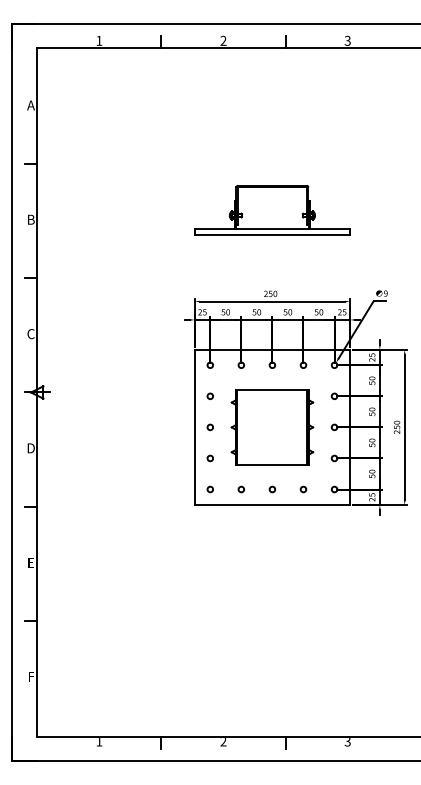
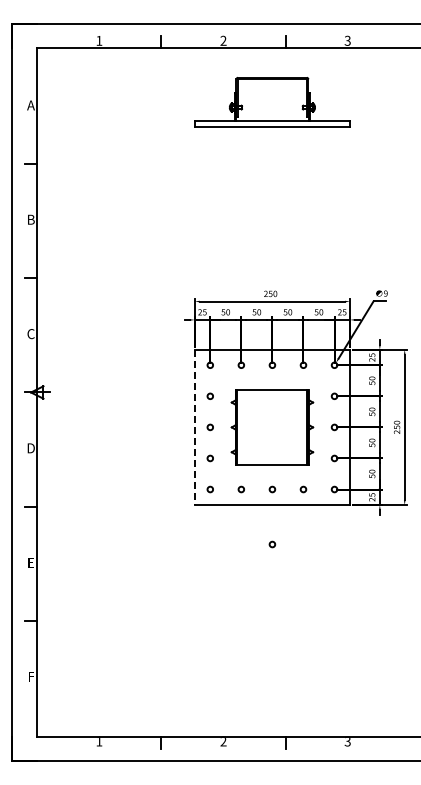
part at (272, 210) position: (272, 210) -> (272, 102)
line at (194, 427): solid -> dashed
circle at (272, 544): none -> present
